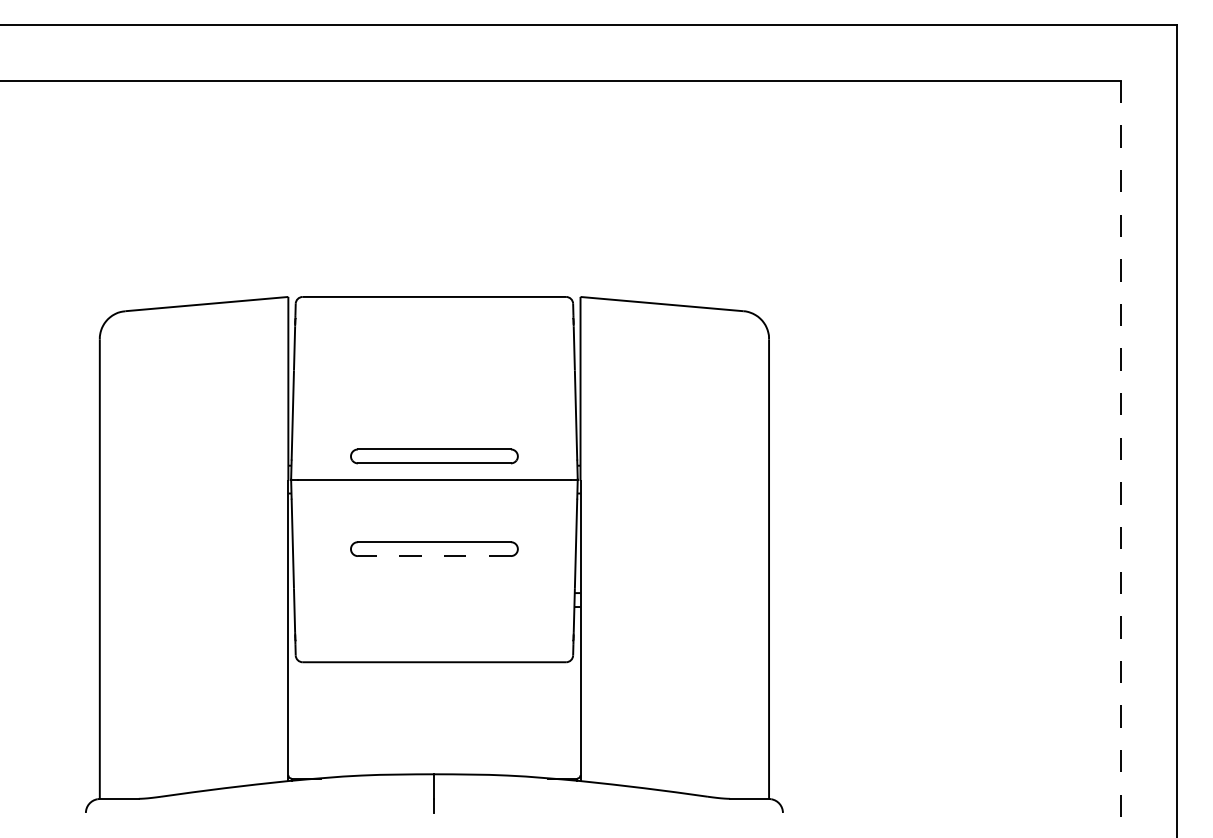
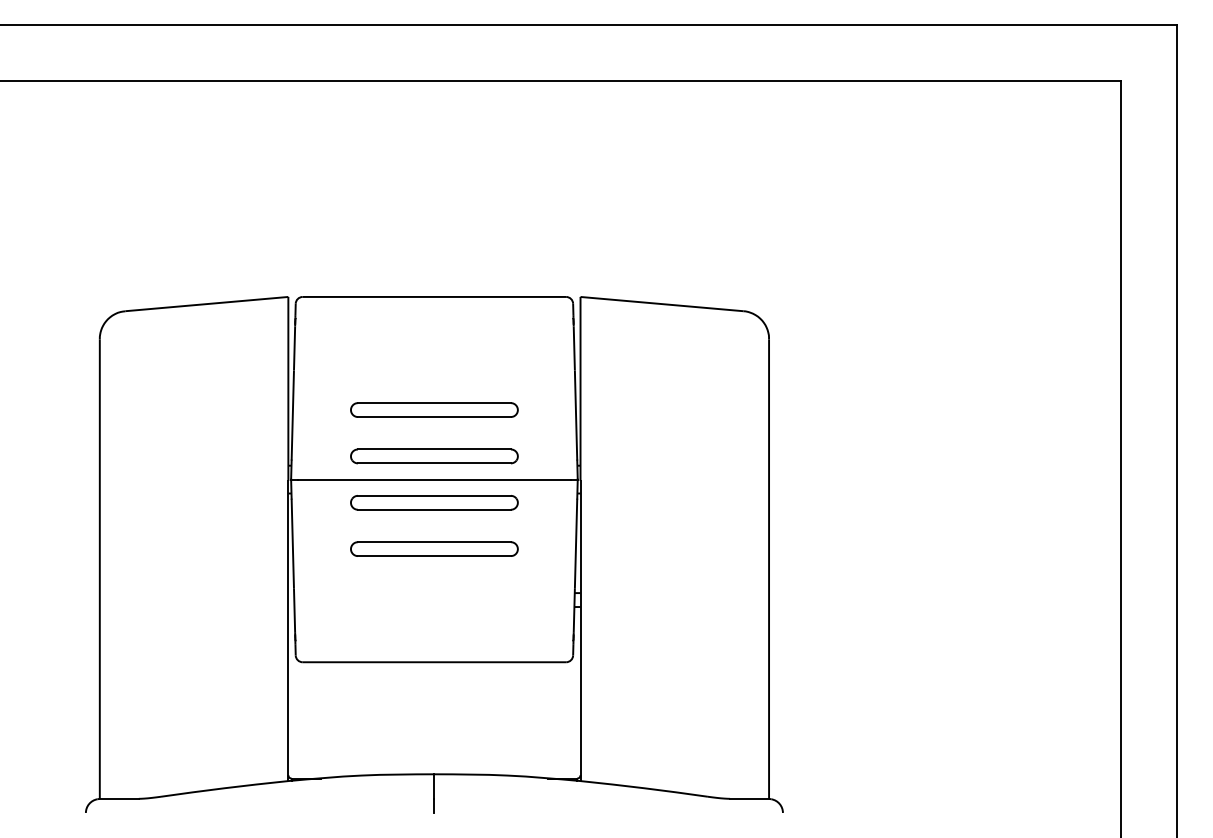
part at (434, 409): none -> present
line at (1120, 459): dashed -> solid
part at (434, 502): none -> present
line at (433, 556): dashed -> solid
